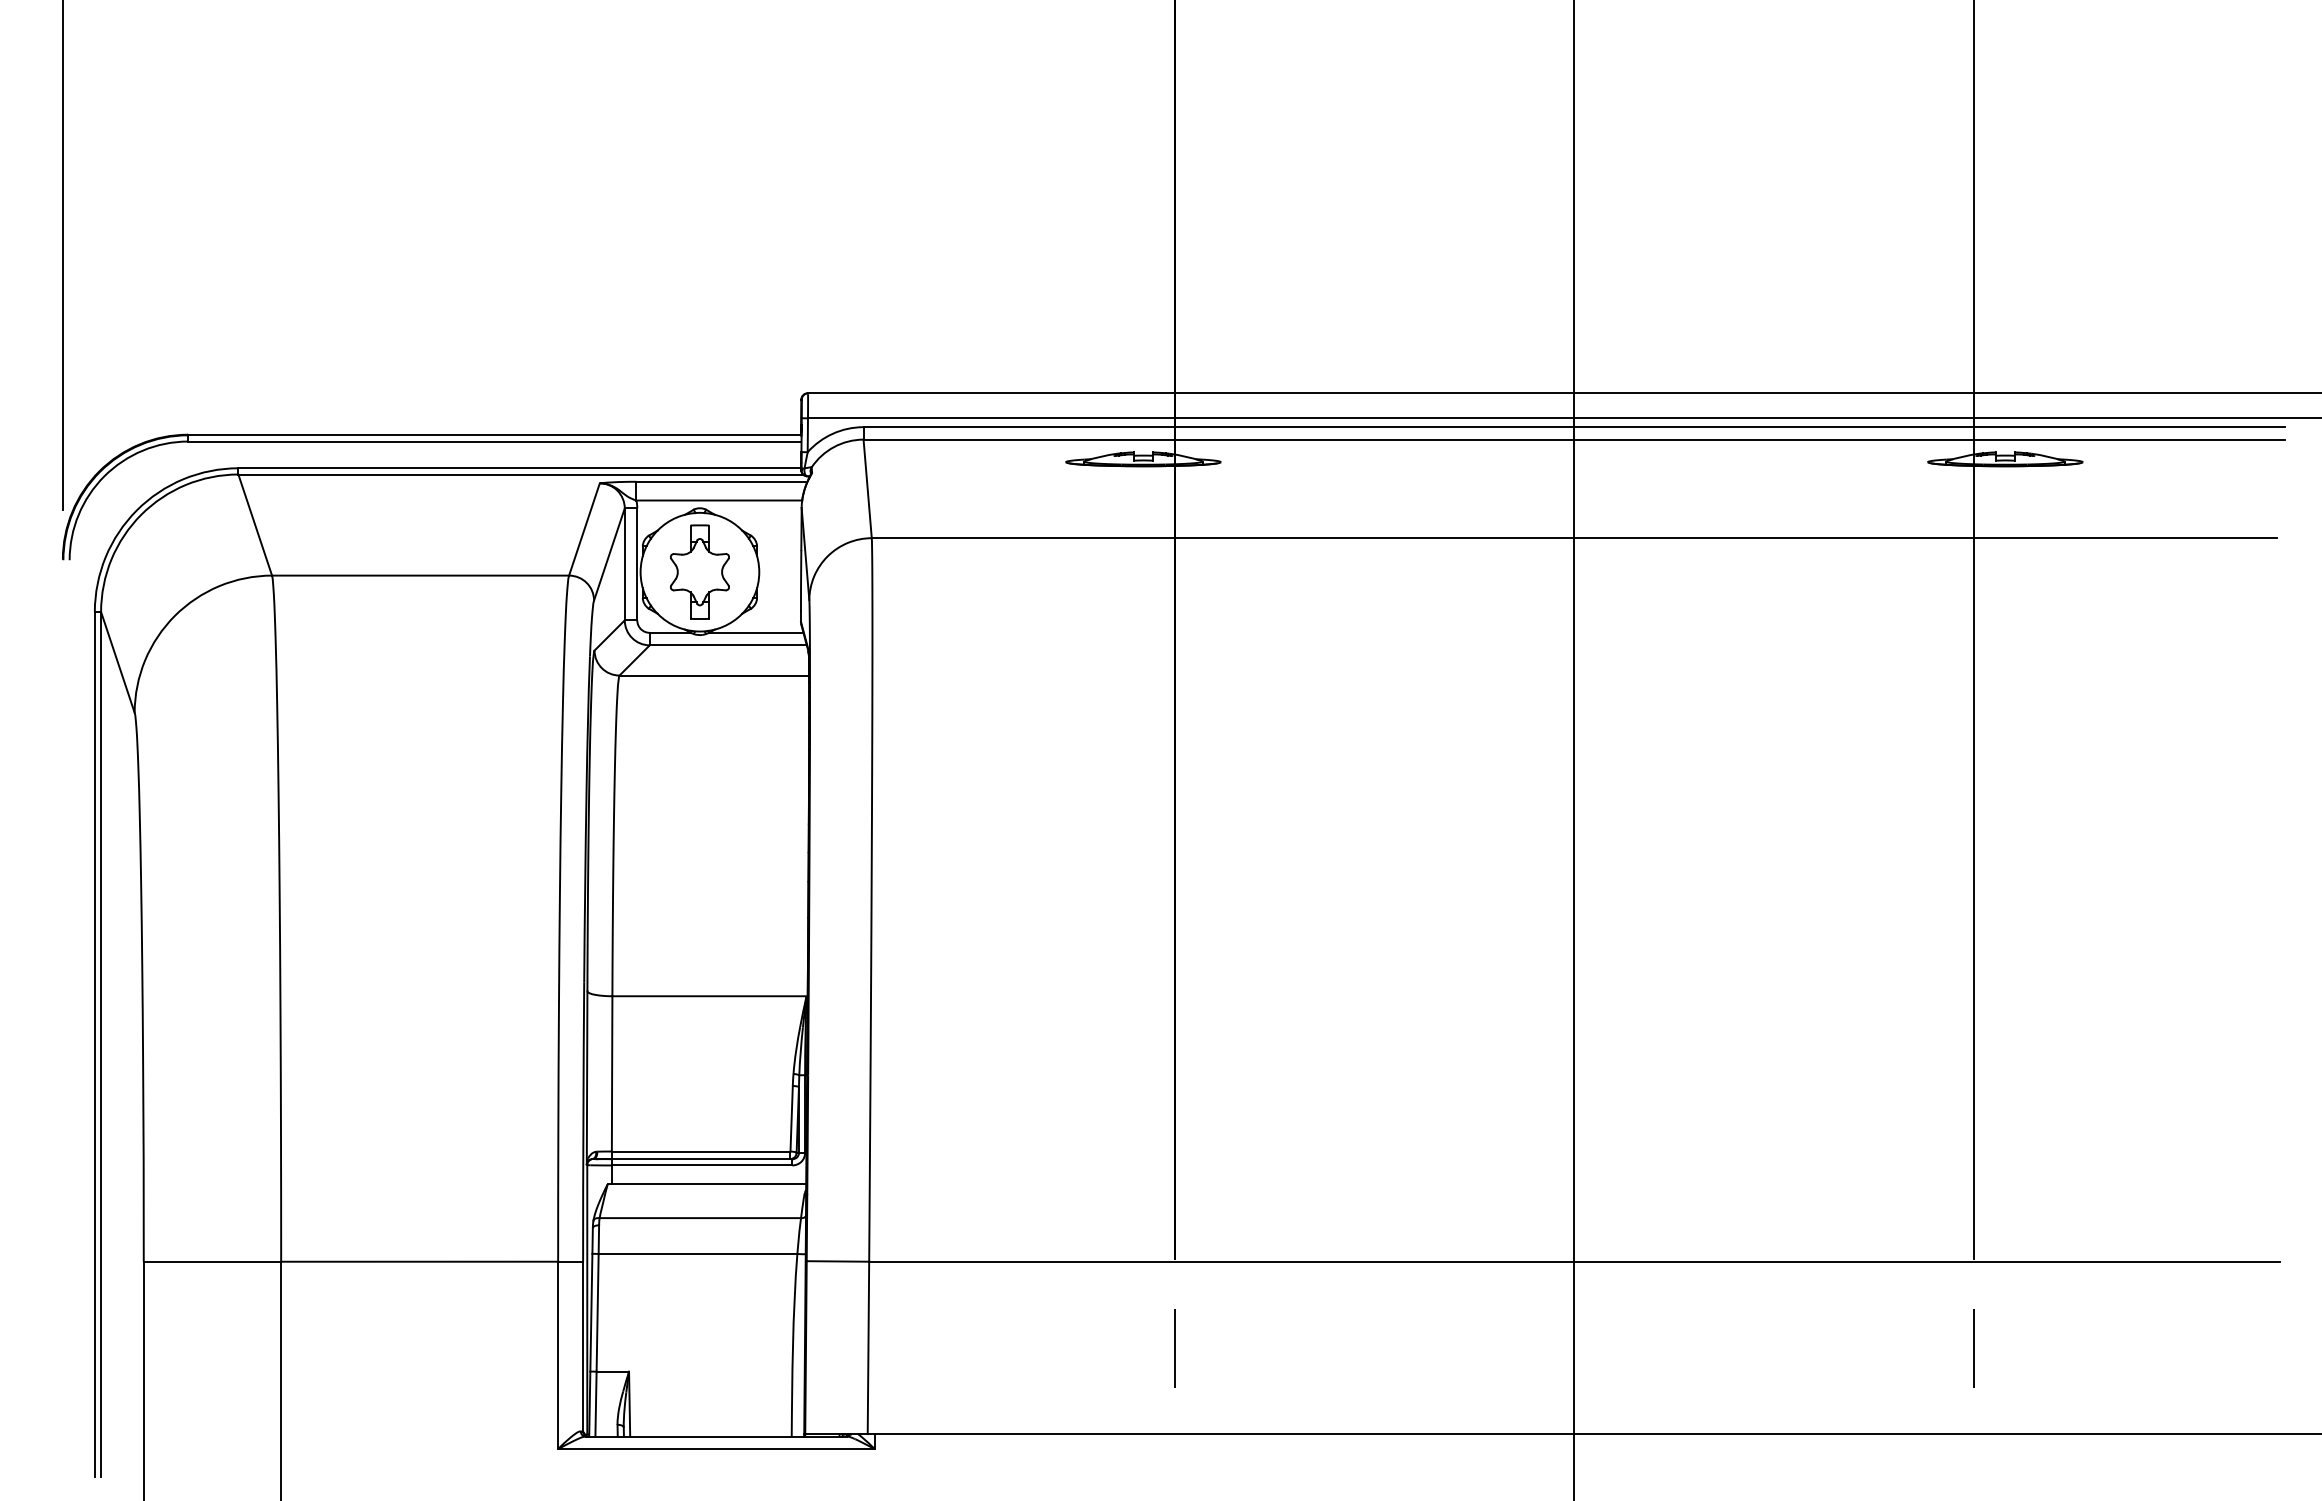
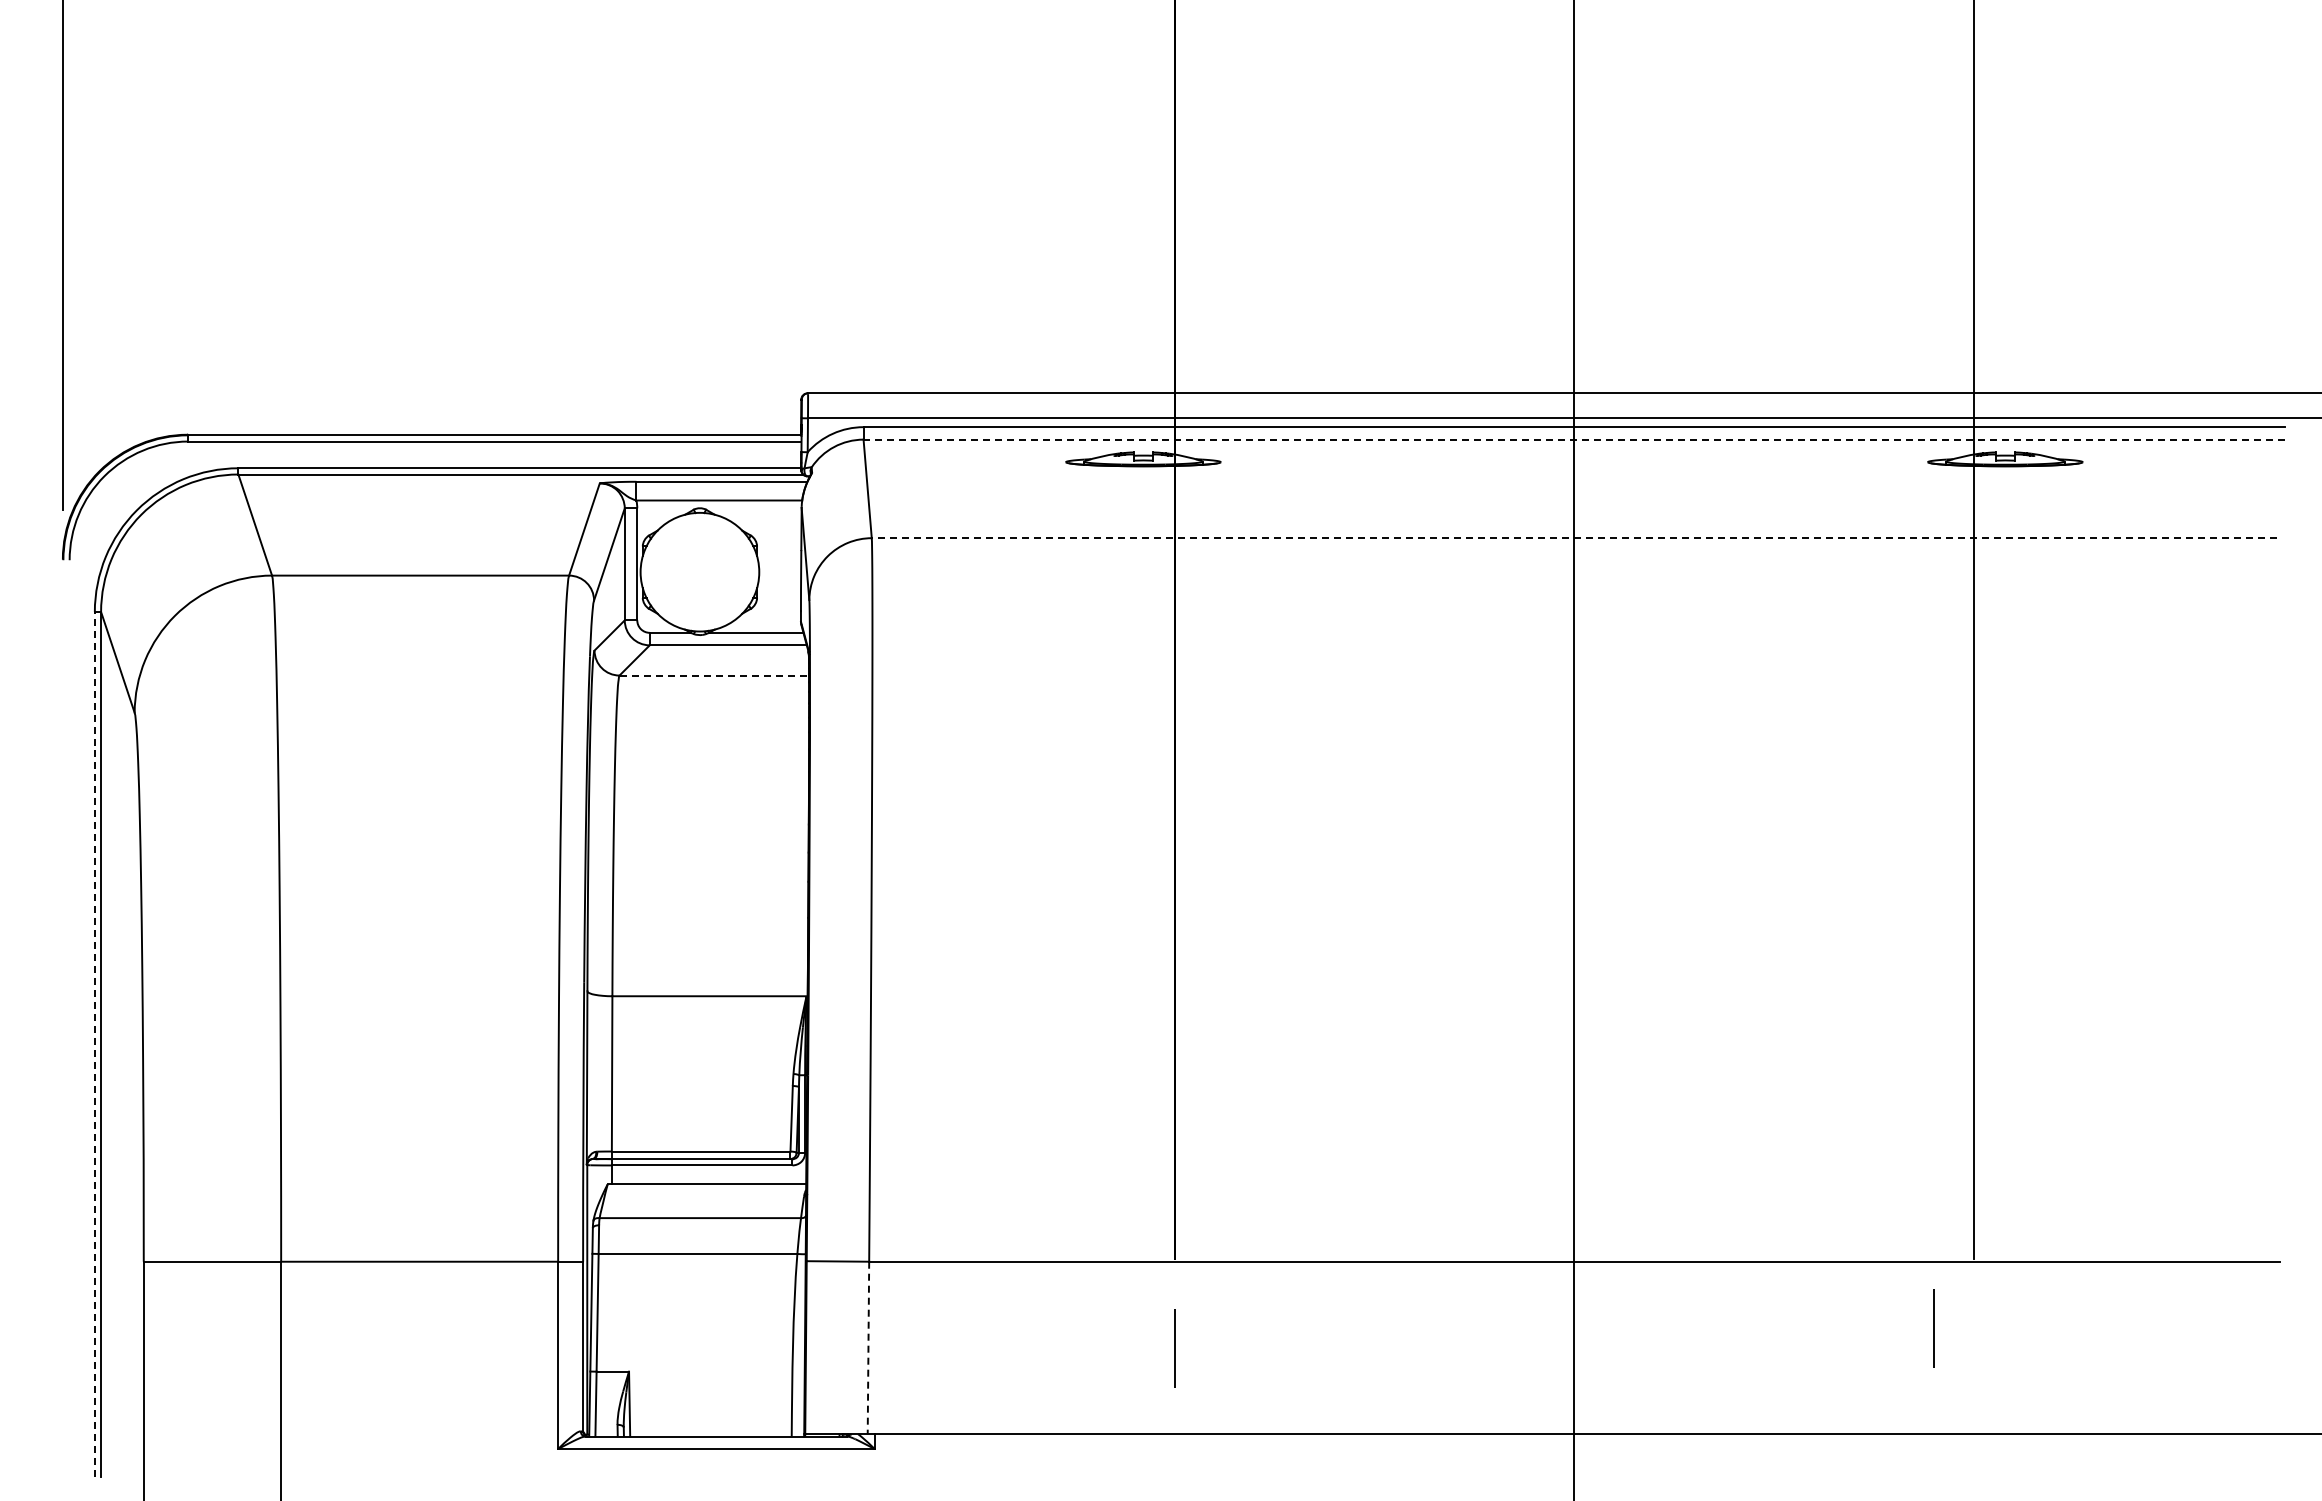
line at (1574, 439): solid -> dashed
line at (1574, 538): solid -> dashed
part at (699, 571): present -> none
line at (714, 675): solid -> dashed
line at (94, 1044): solid -> dashed
line at (868, 1348): solid -> dashed
line at (1973, 1348) position: (1973, 1348) -> (1933, 1328)
